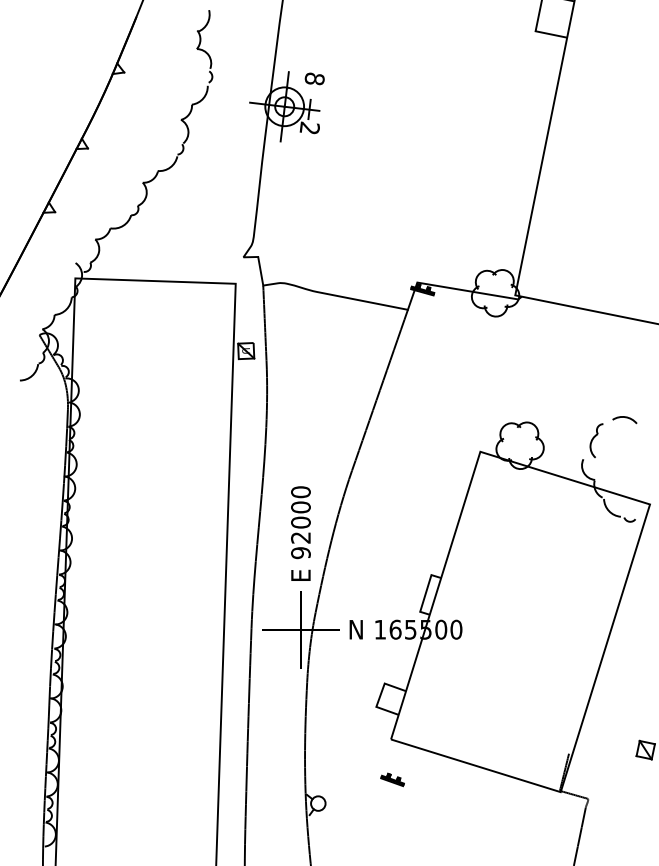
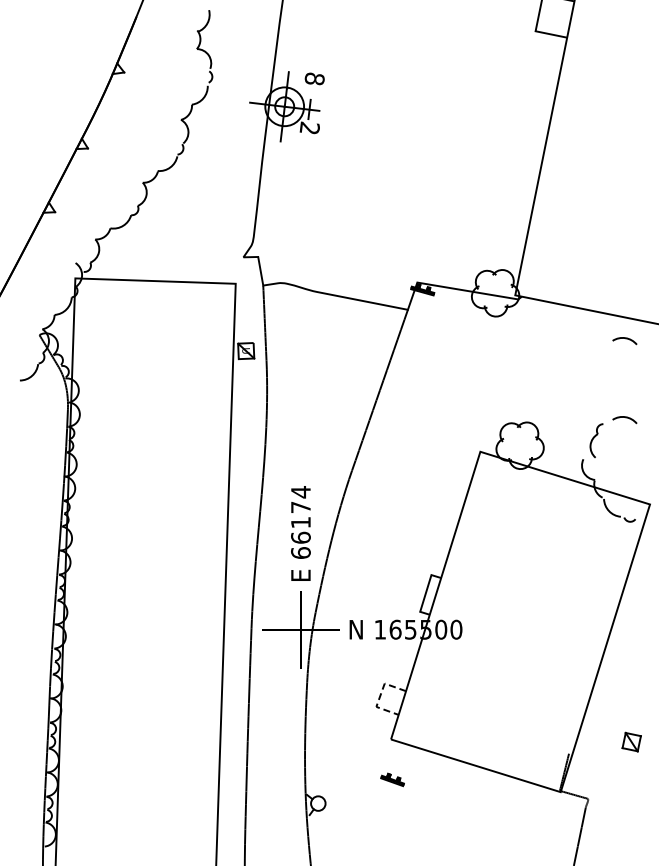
curve at (625, 339): none -> present
text at (300, 522): 92000 -> 66174
line at (380, 695): solid -> dashed
part at (645, 749) position: (645, 749) -> (631, 741)
